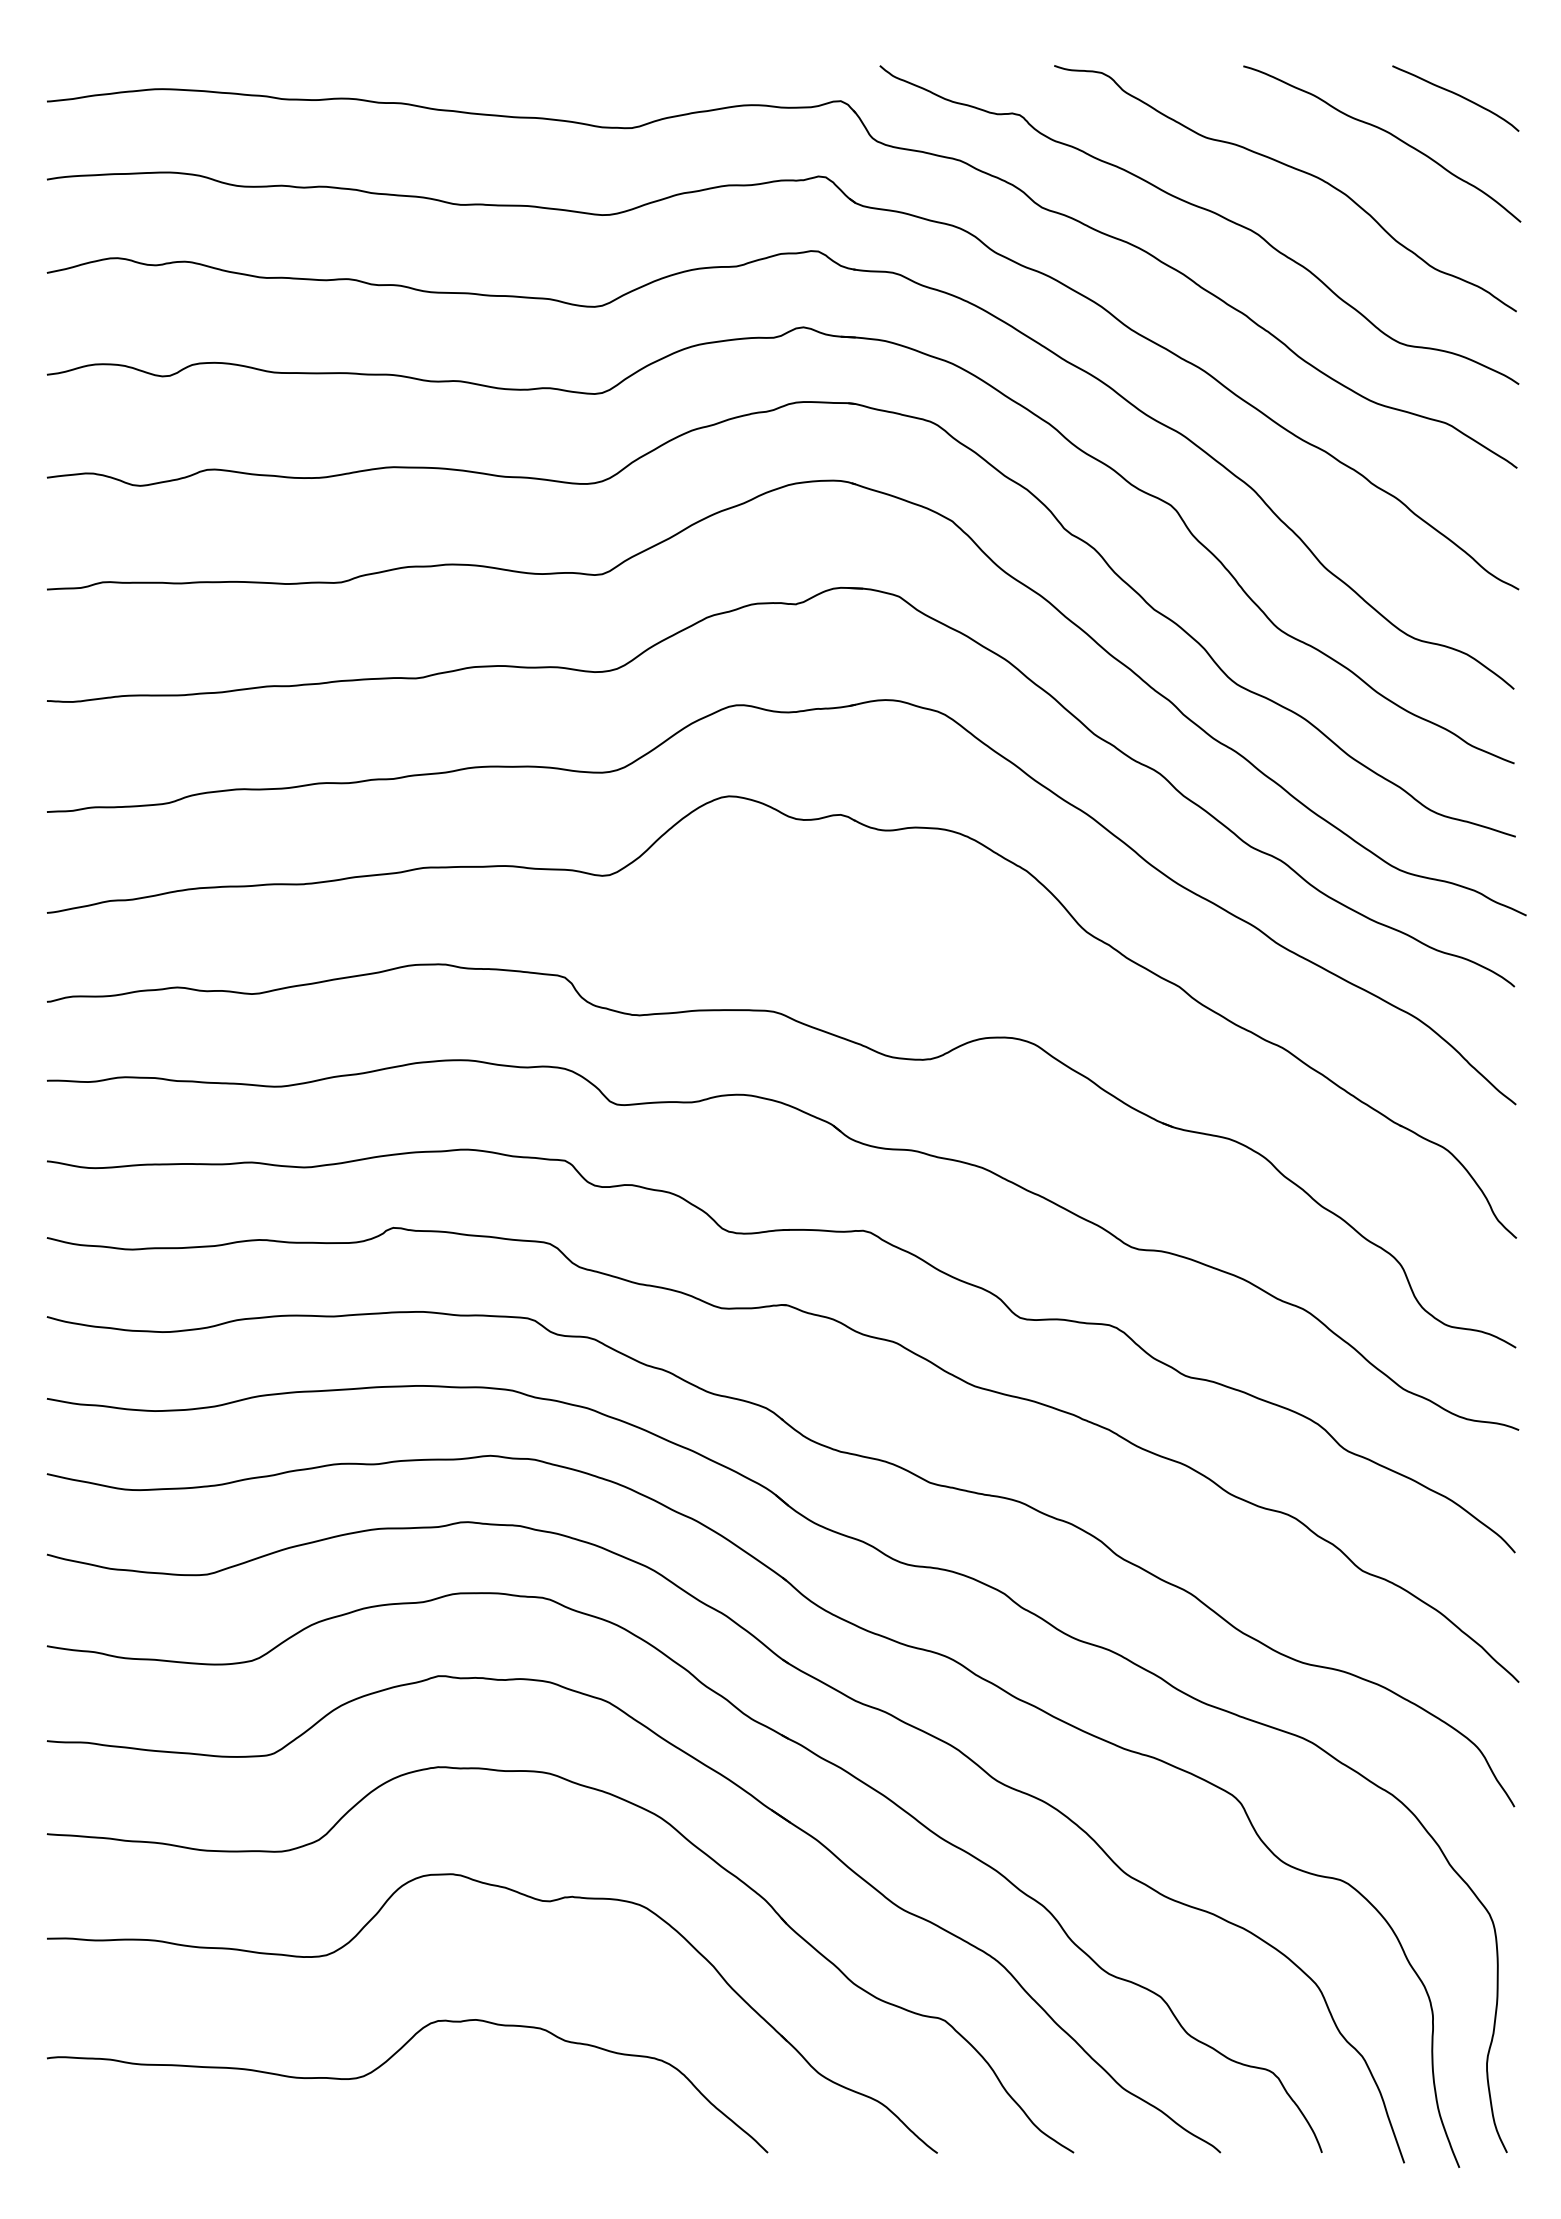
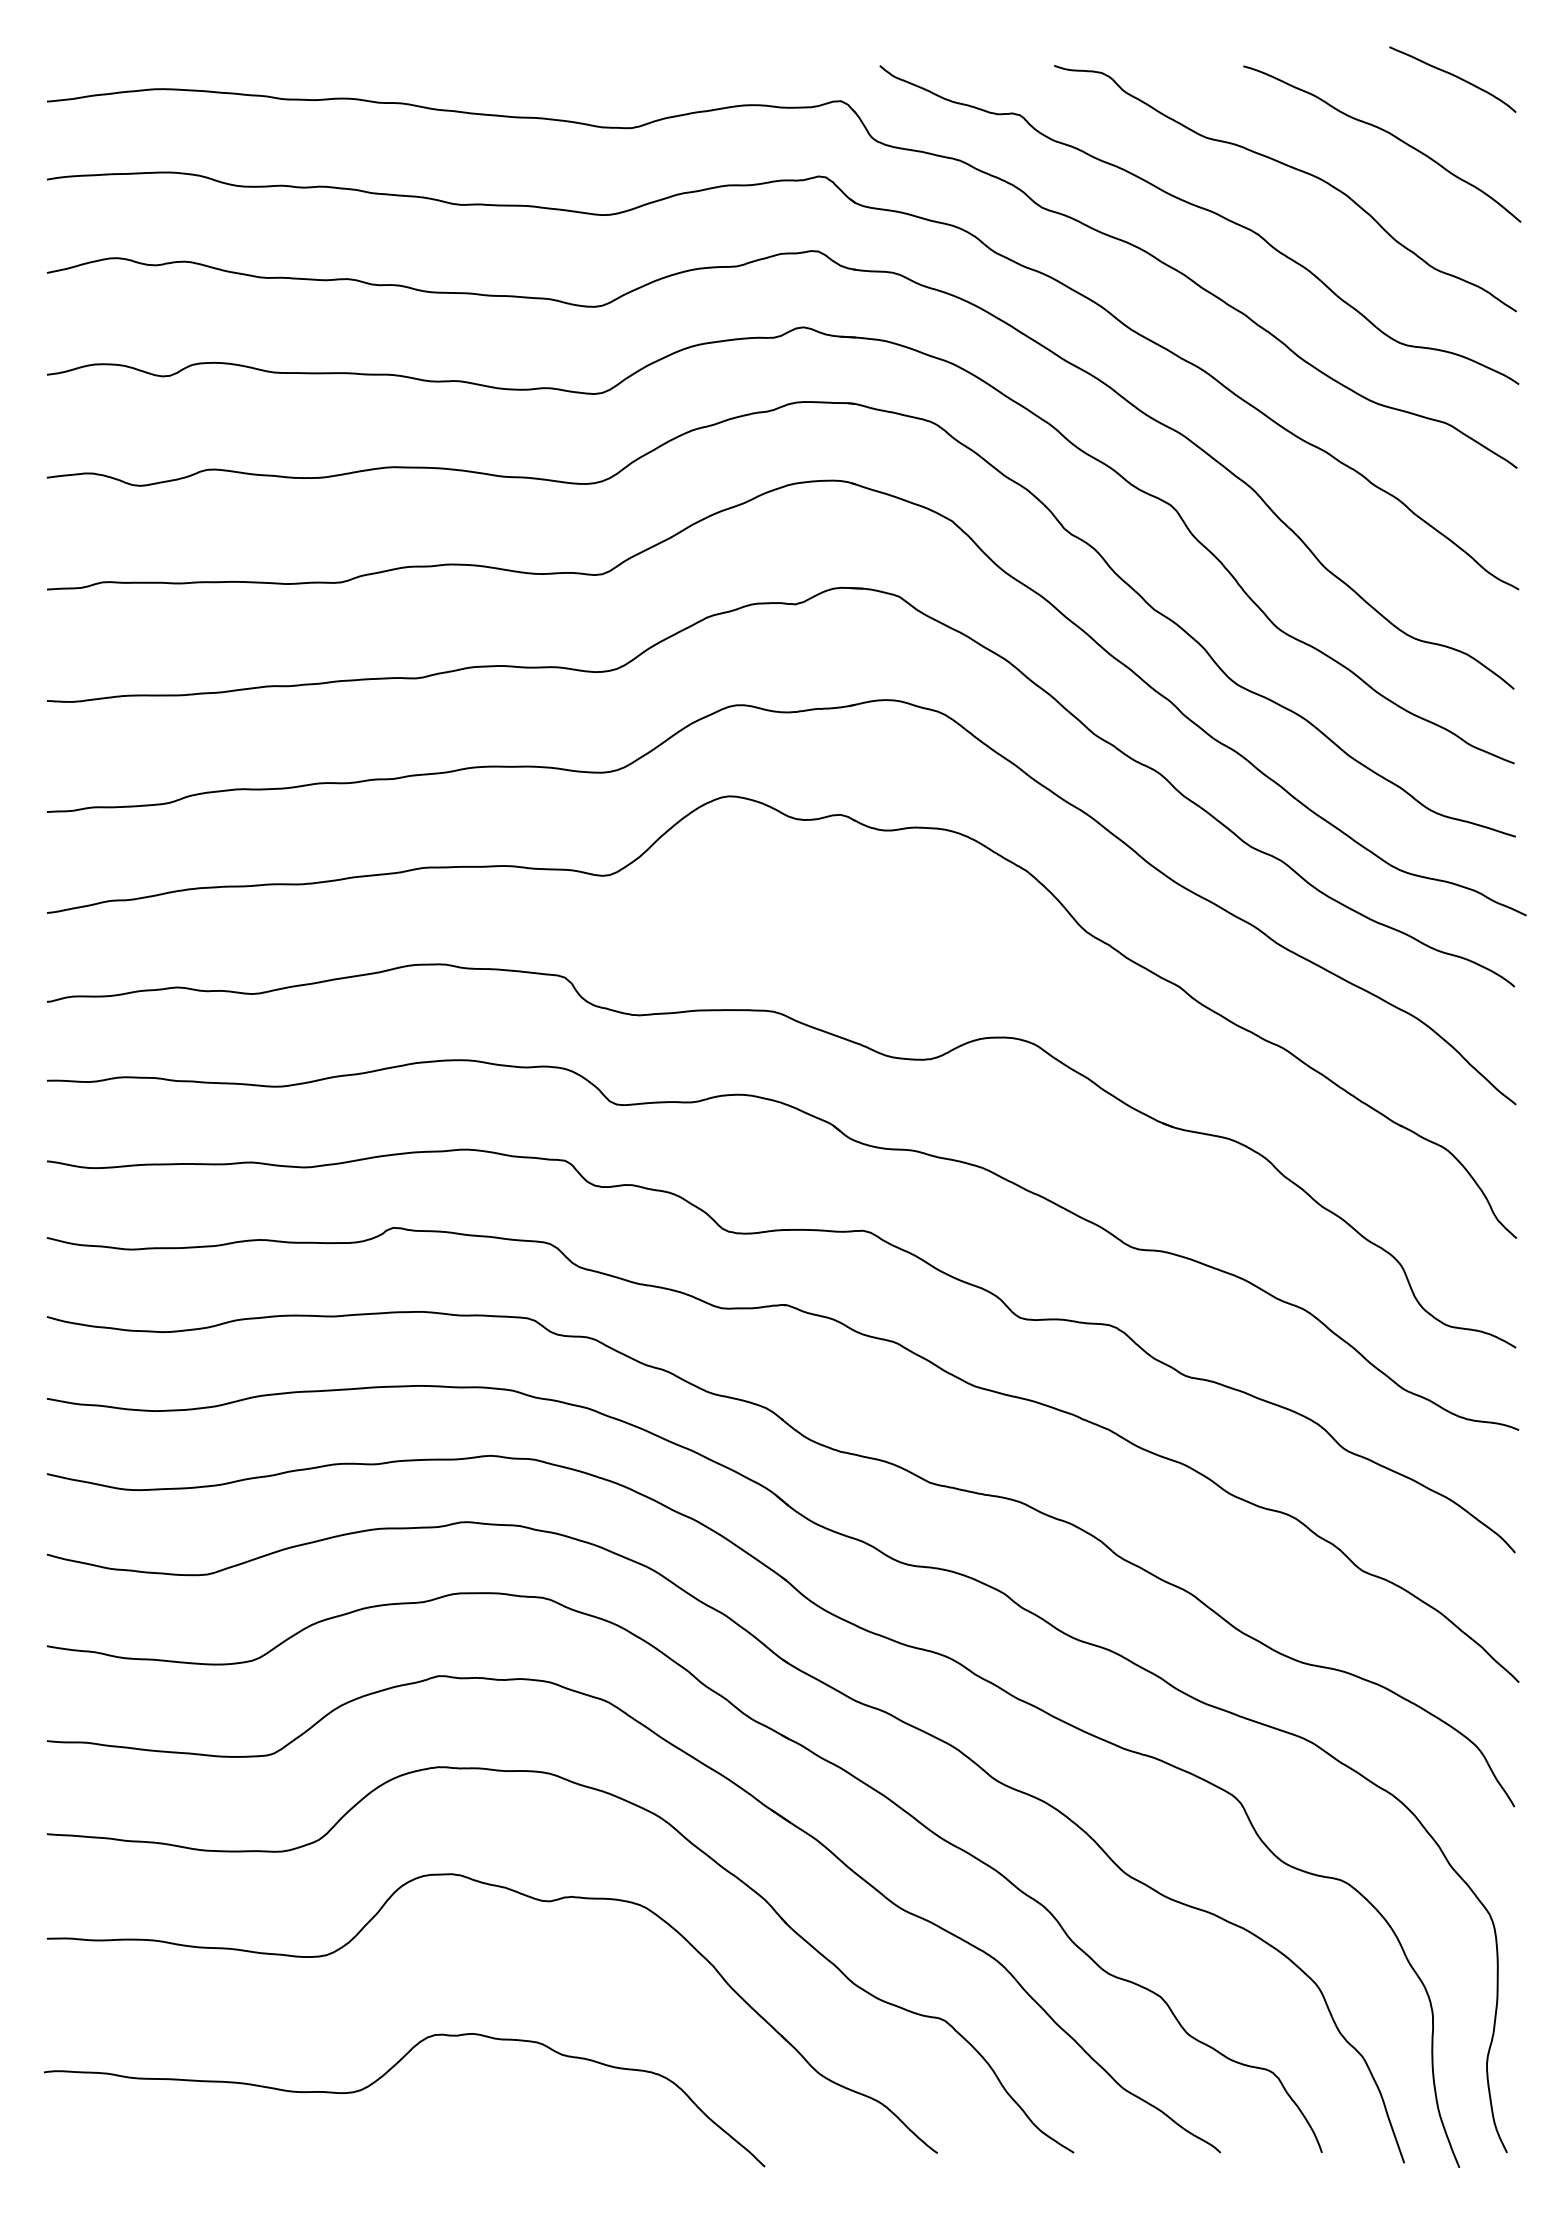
curve at (1456, 95) position: (1456, 95) -> (1453, 76)
curve at (385, 2063) position: (385, 2063) -> (382, 2077)
